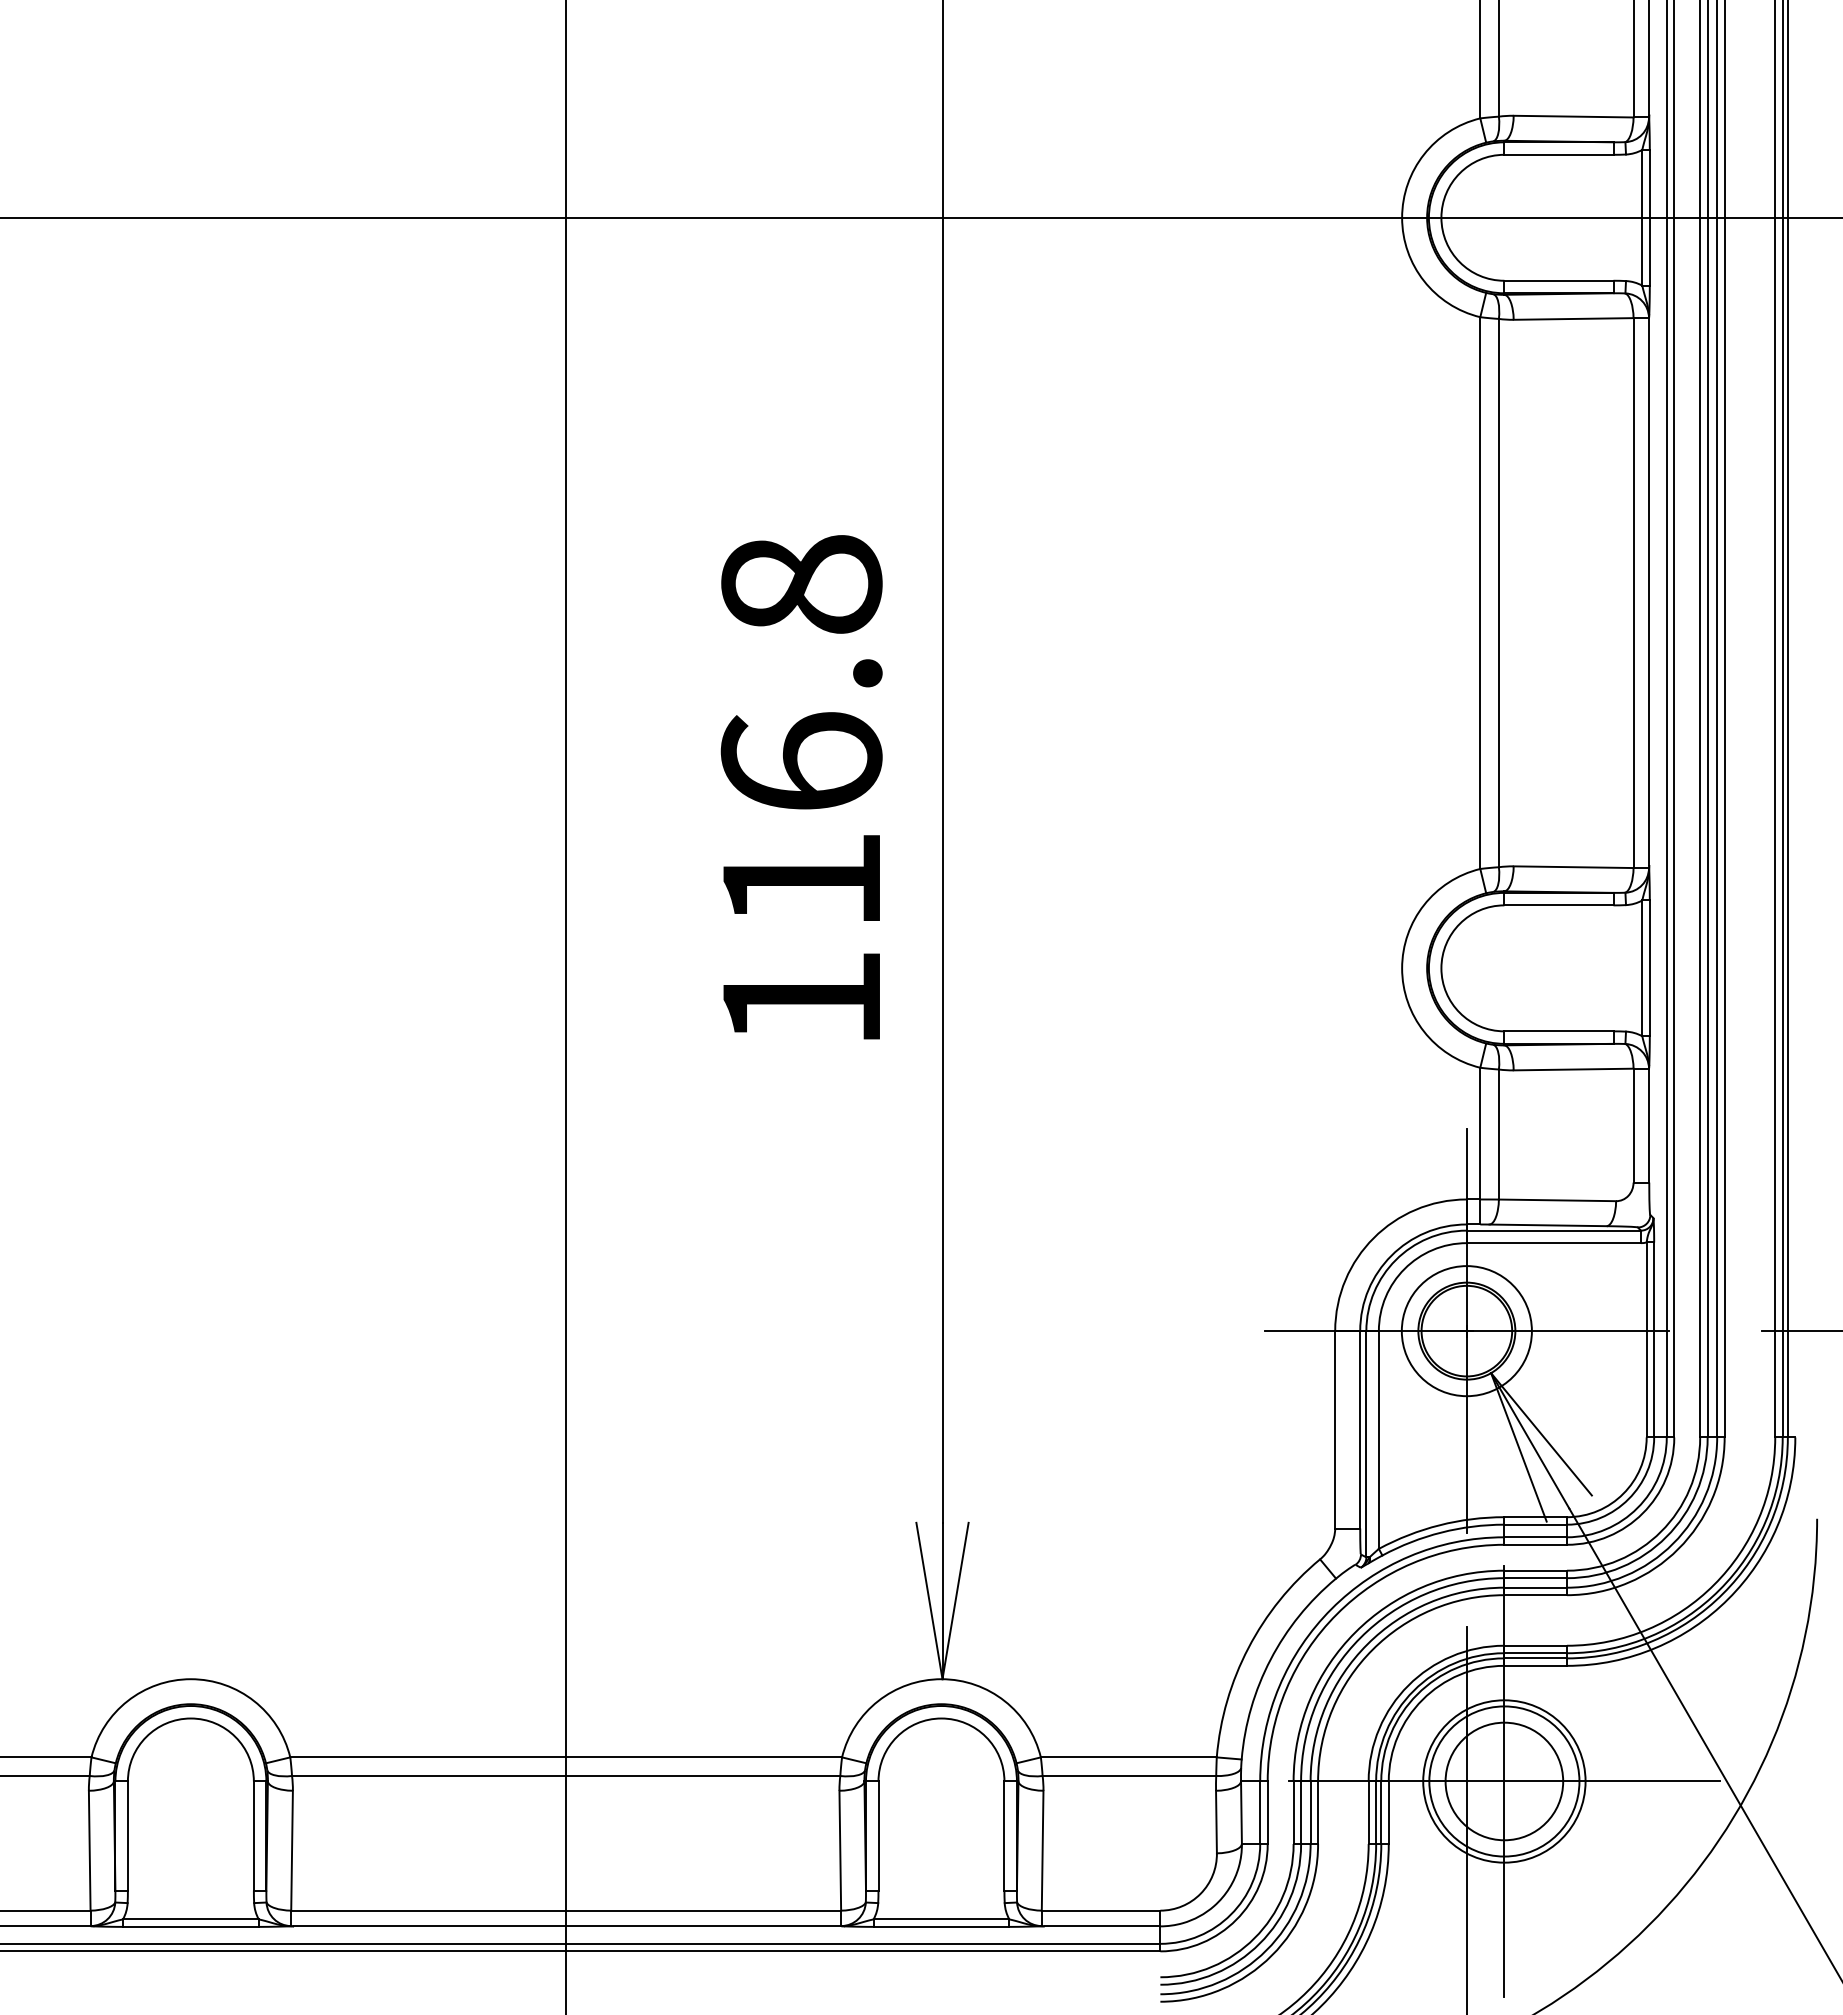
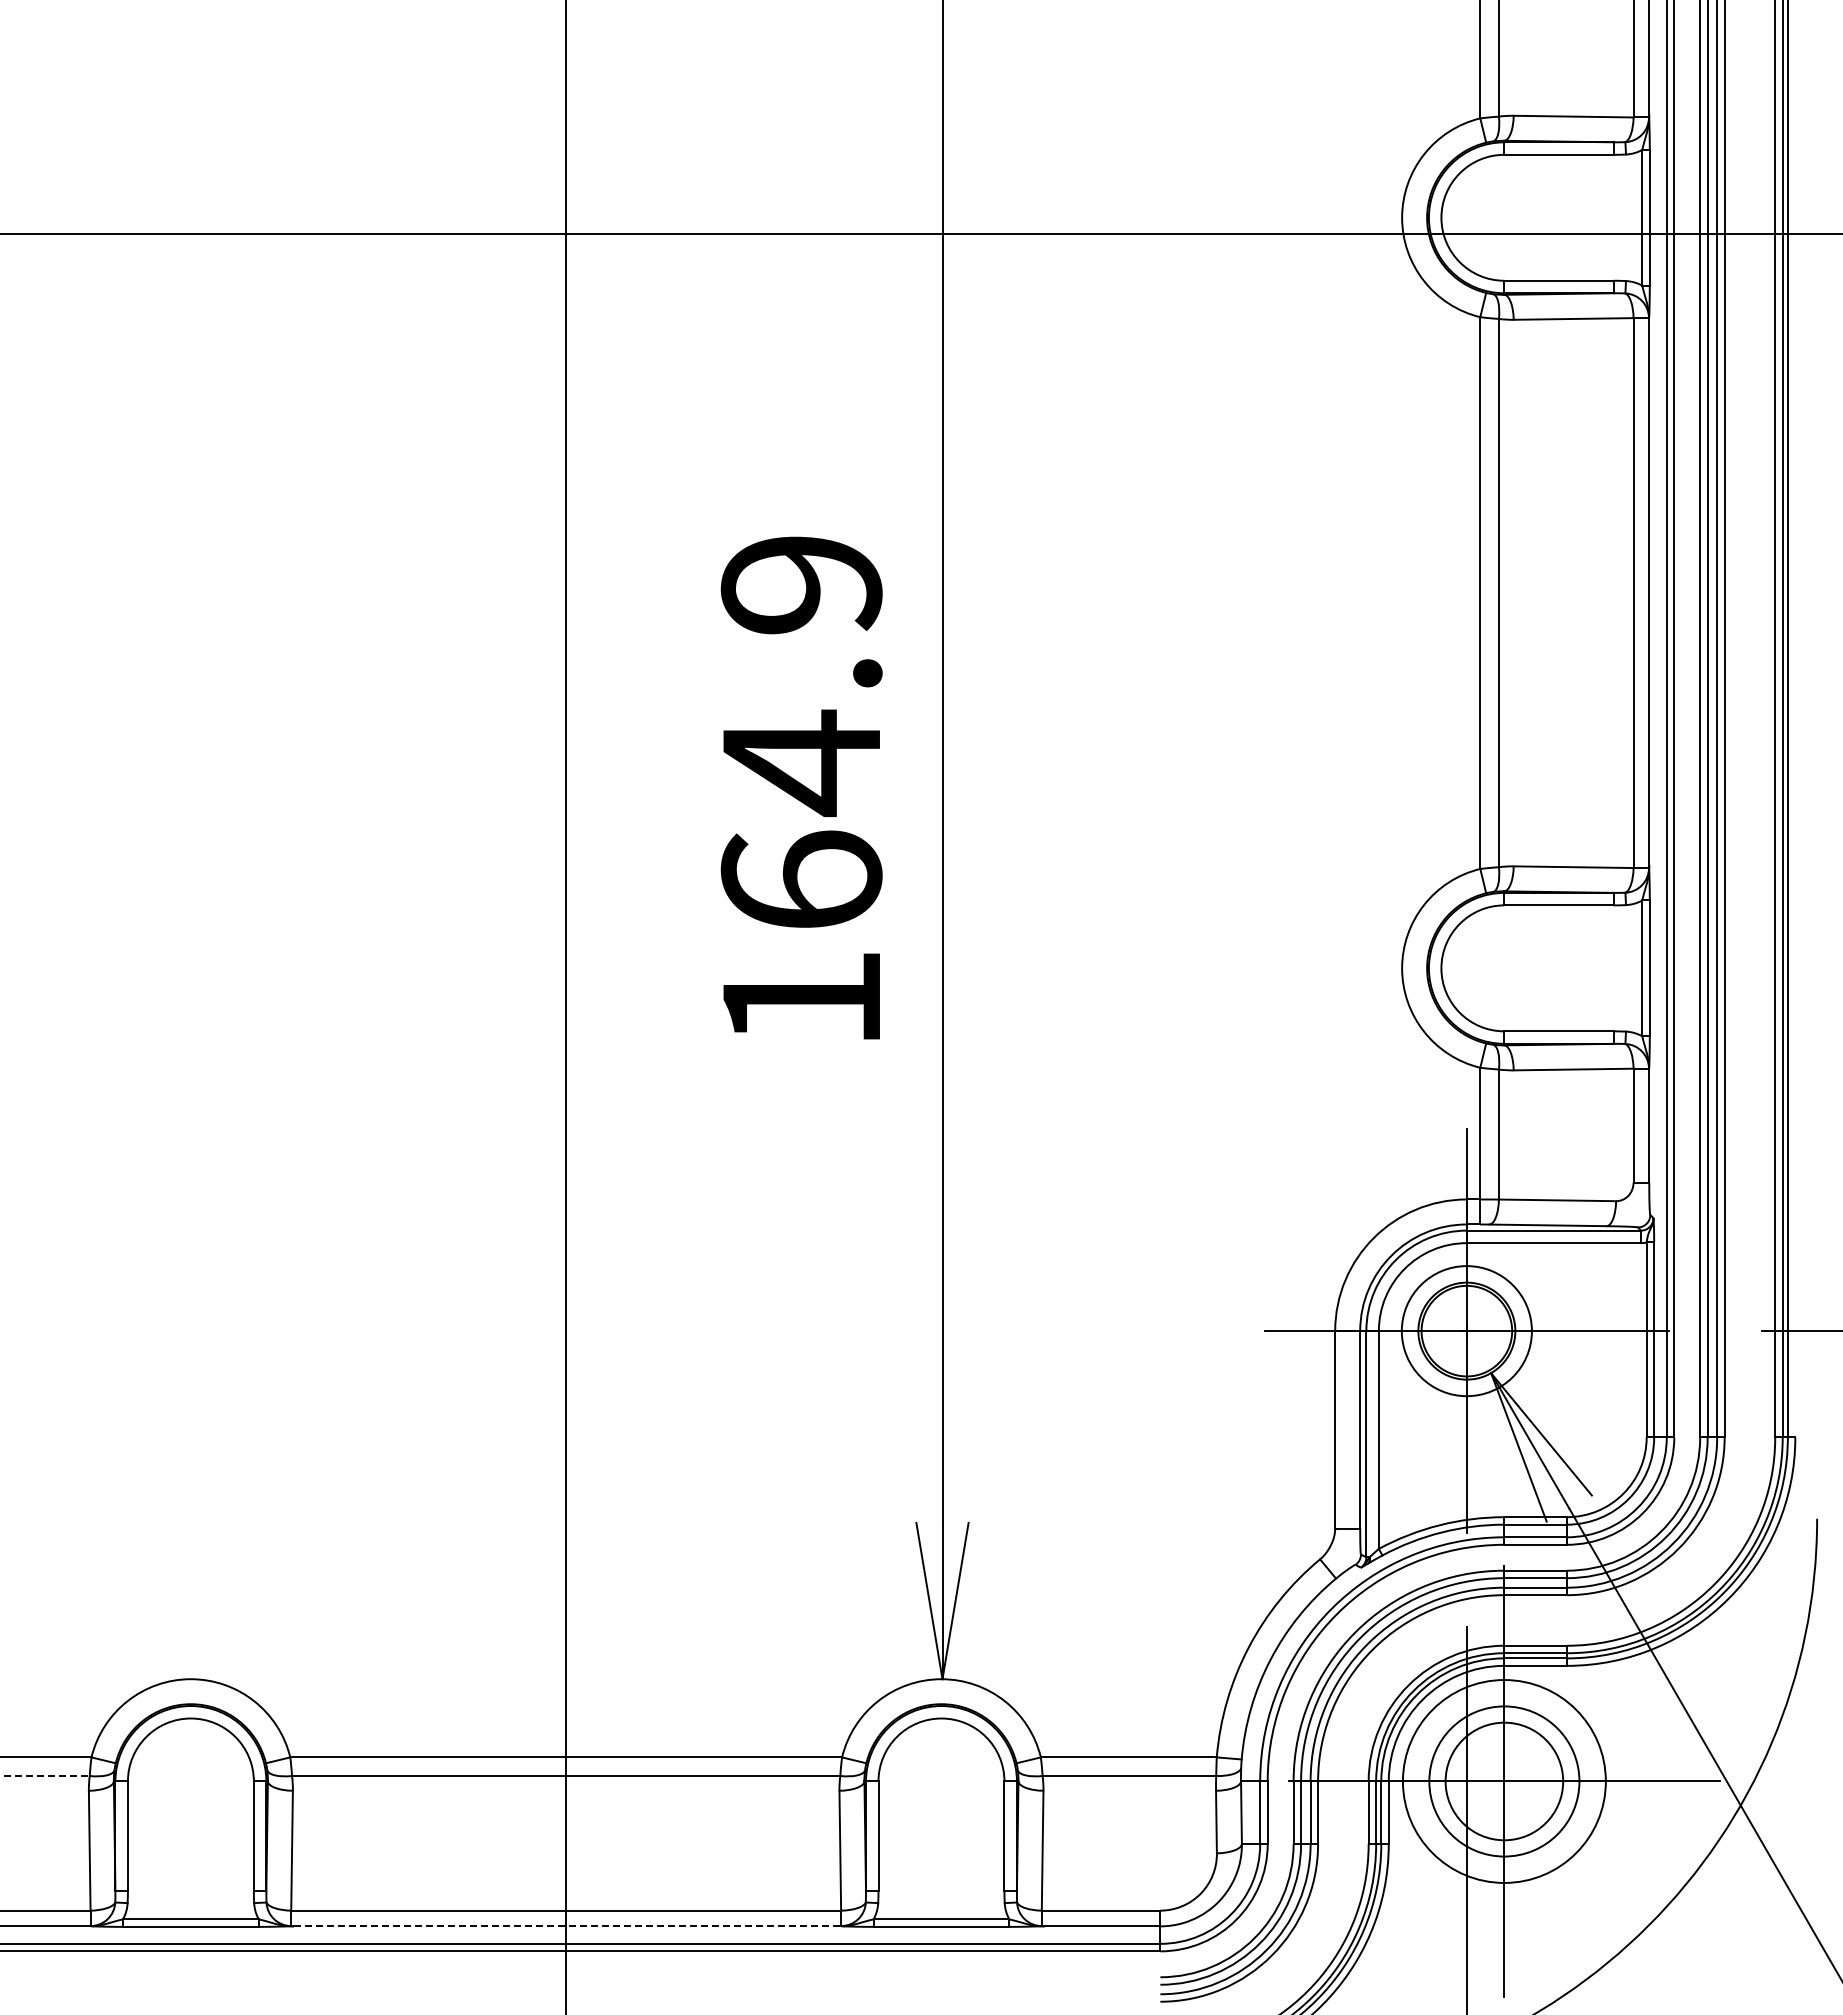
line at (920, 217) position: (920, 217) -> (920, 233)
text at (801, 731): 116.8 -> 164.9
line at (45, 1775): solid -> dashed
circle at (1504, 1781) diameter: 162 px -> 203 px
line at (569, 1926): solid -> dashed
